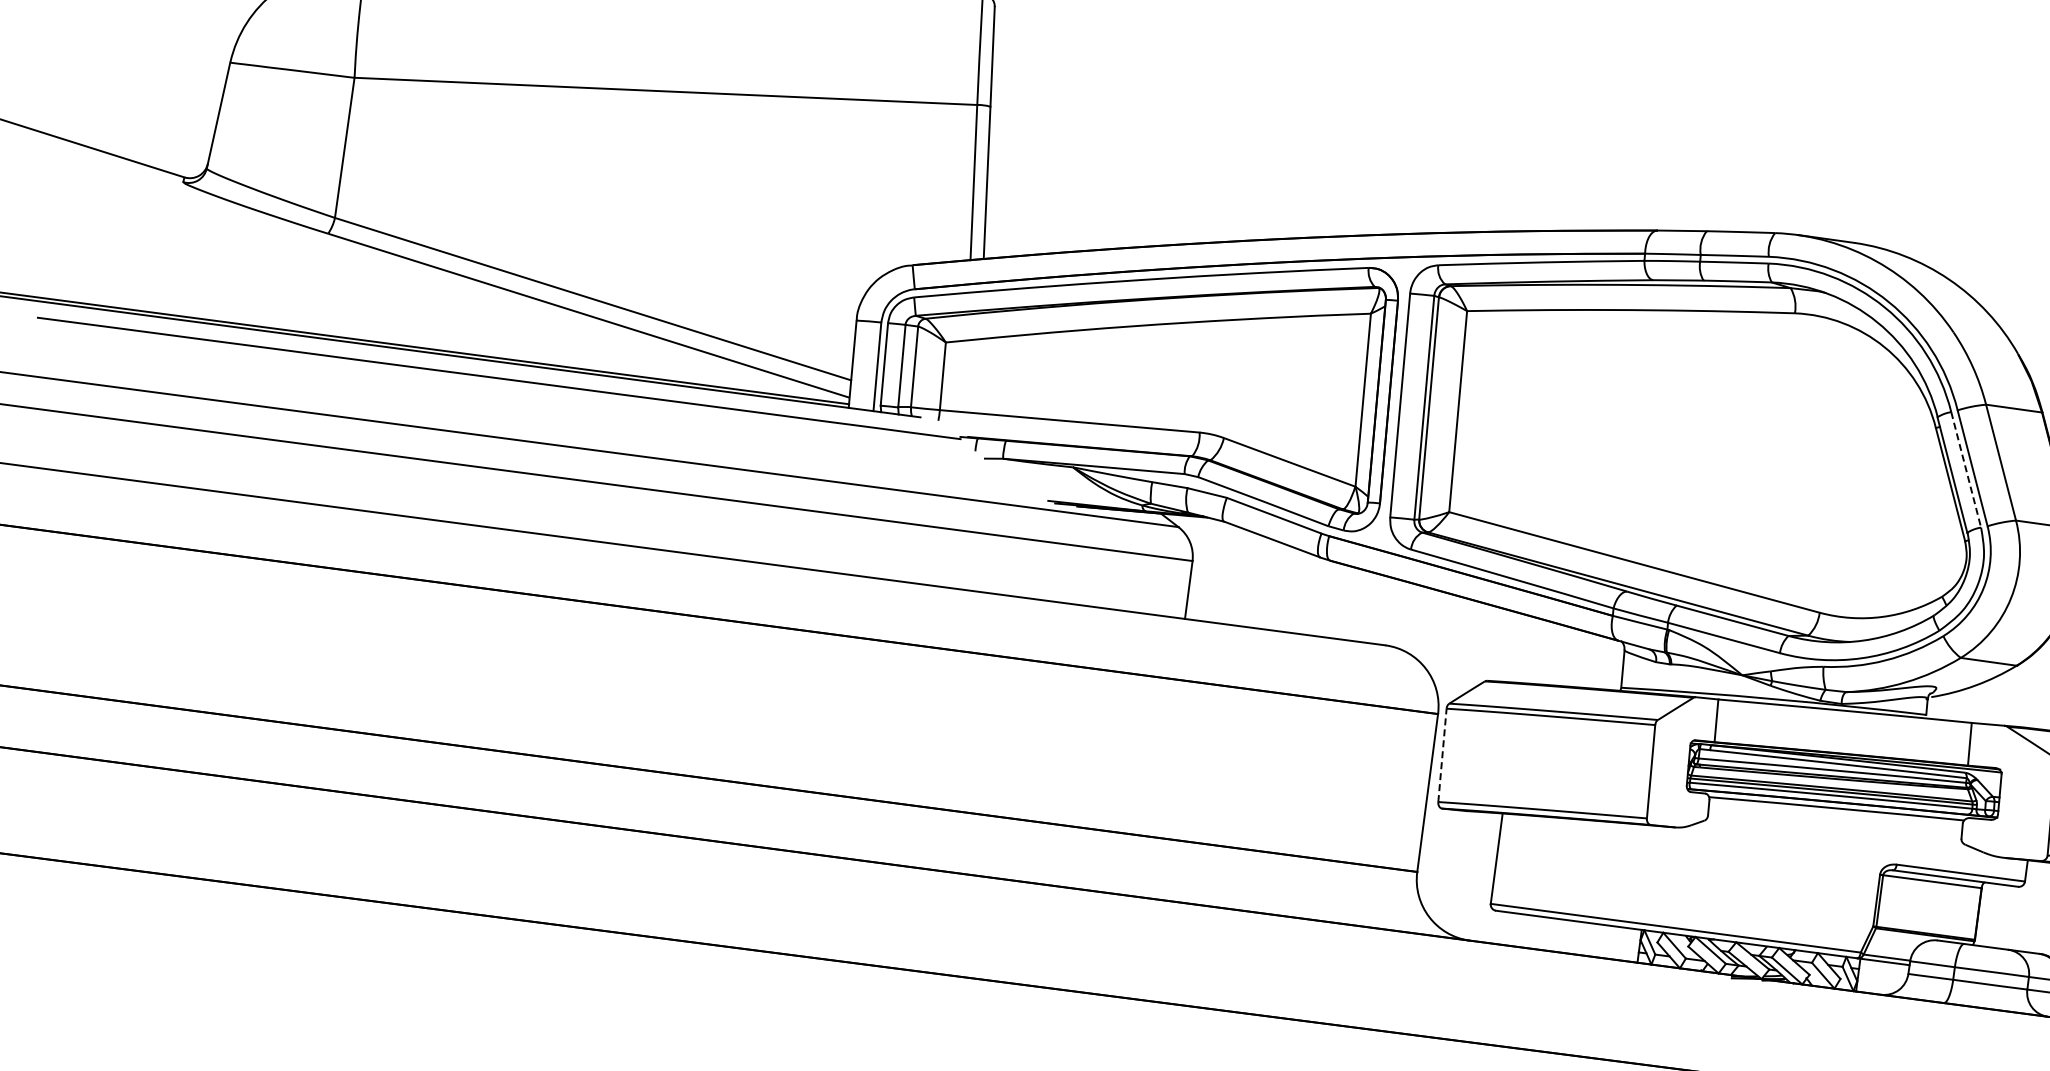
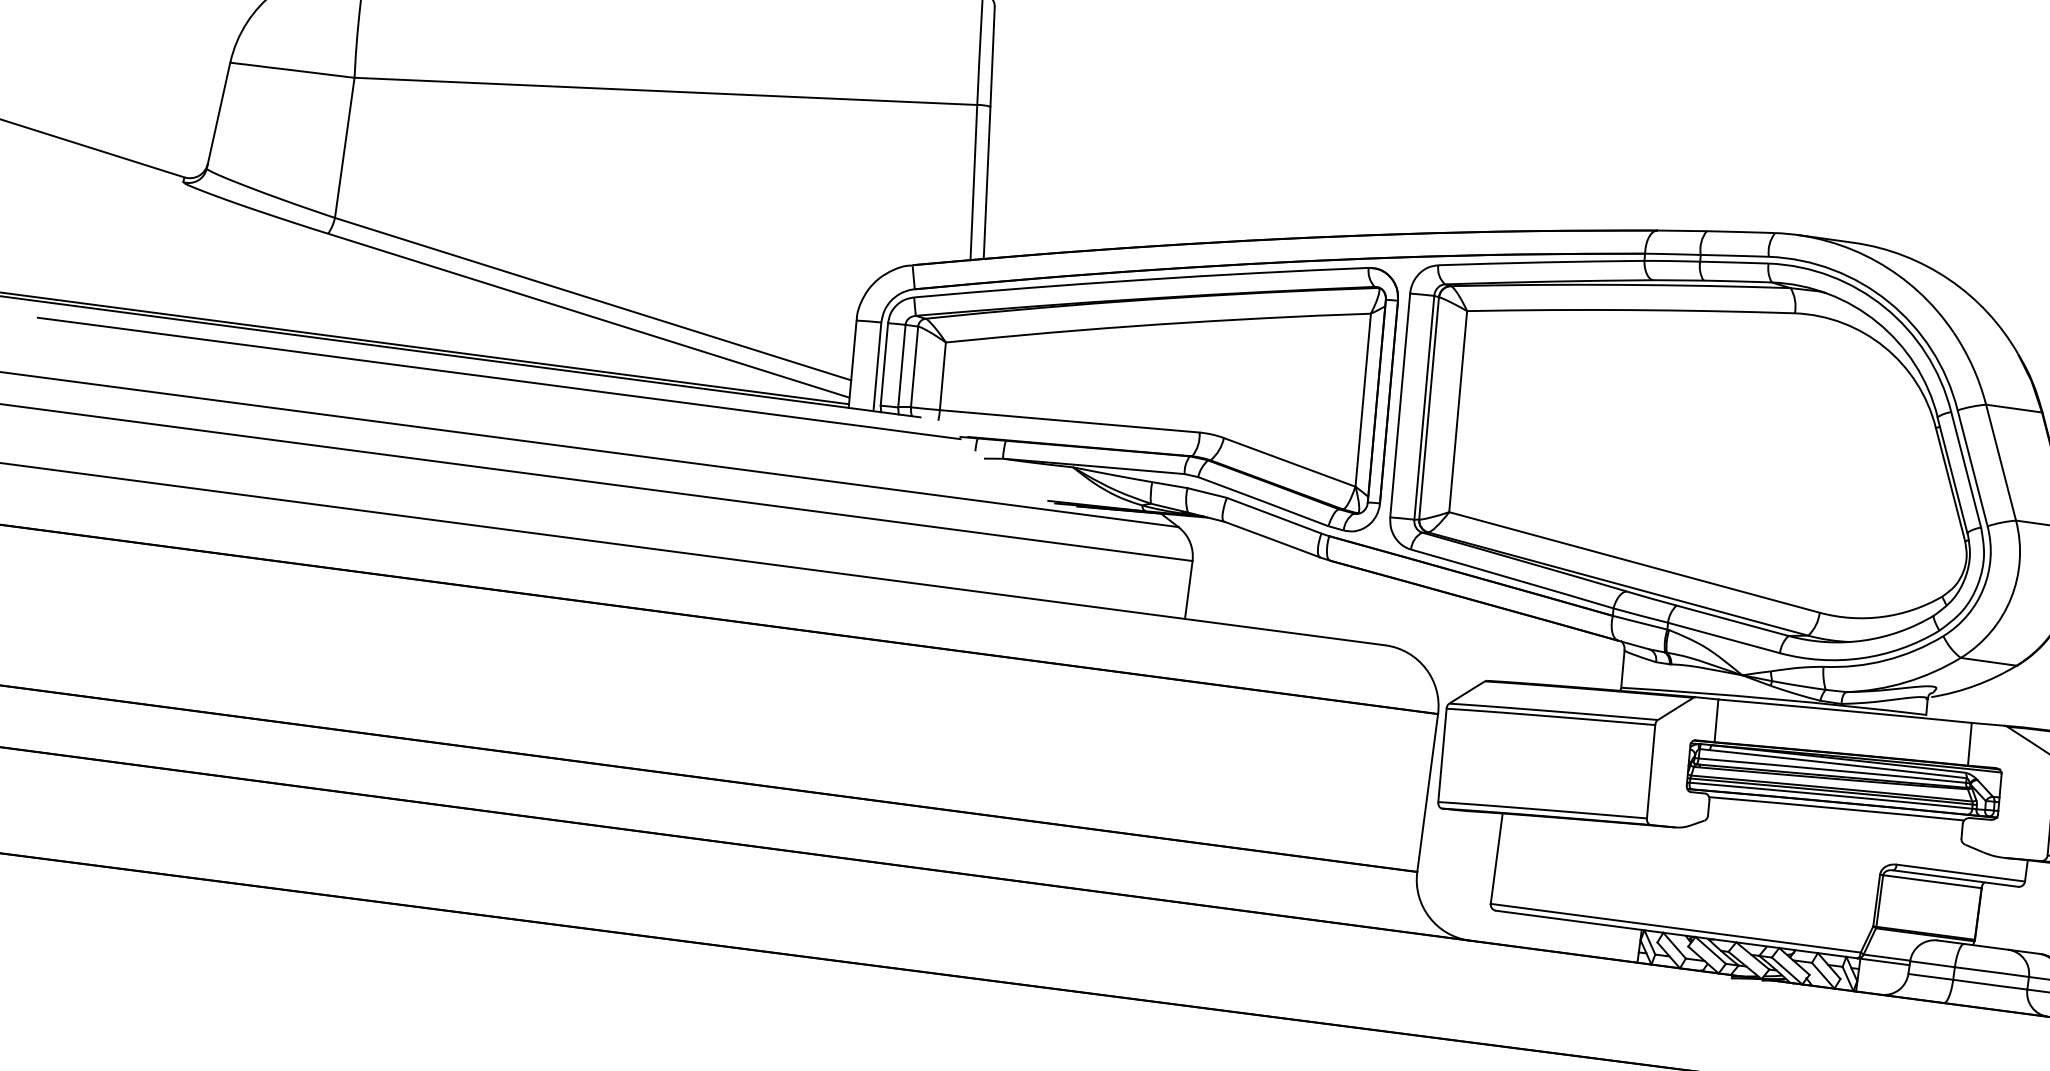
line at (1966, 469): dashed -> solid
line at (1442, 755): dashed -> solid
